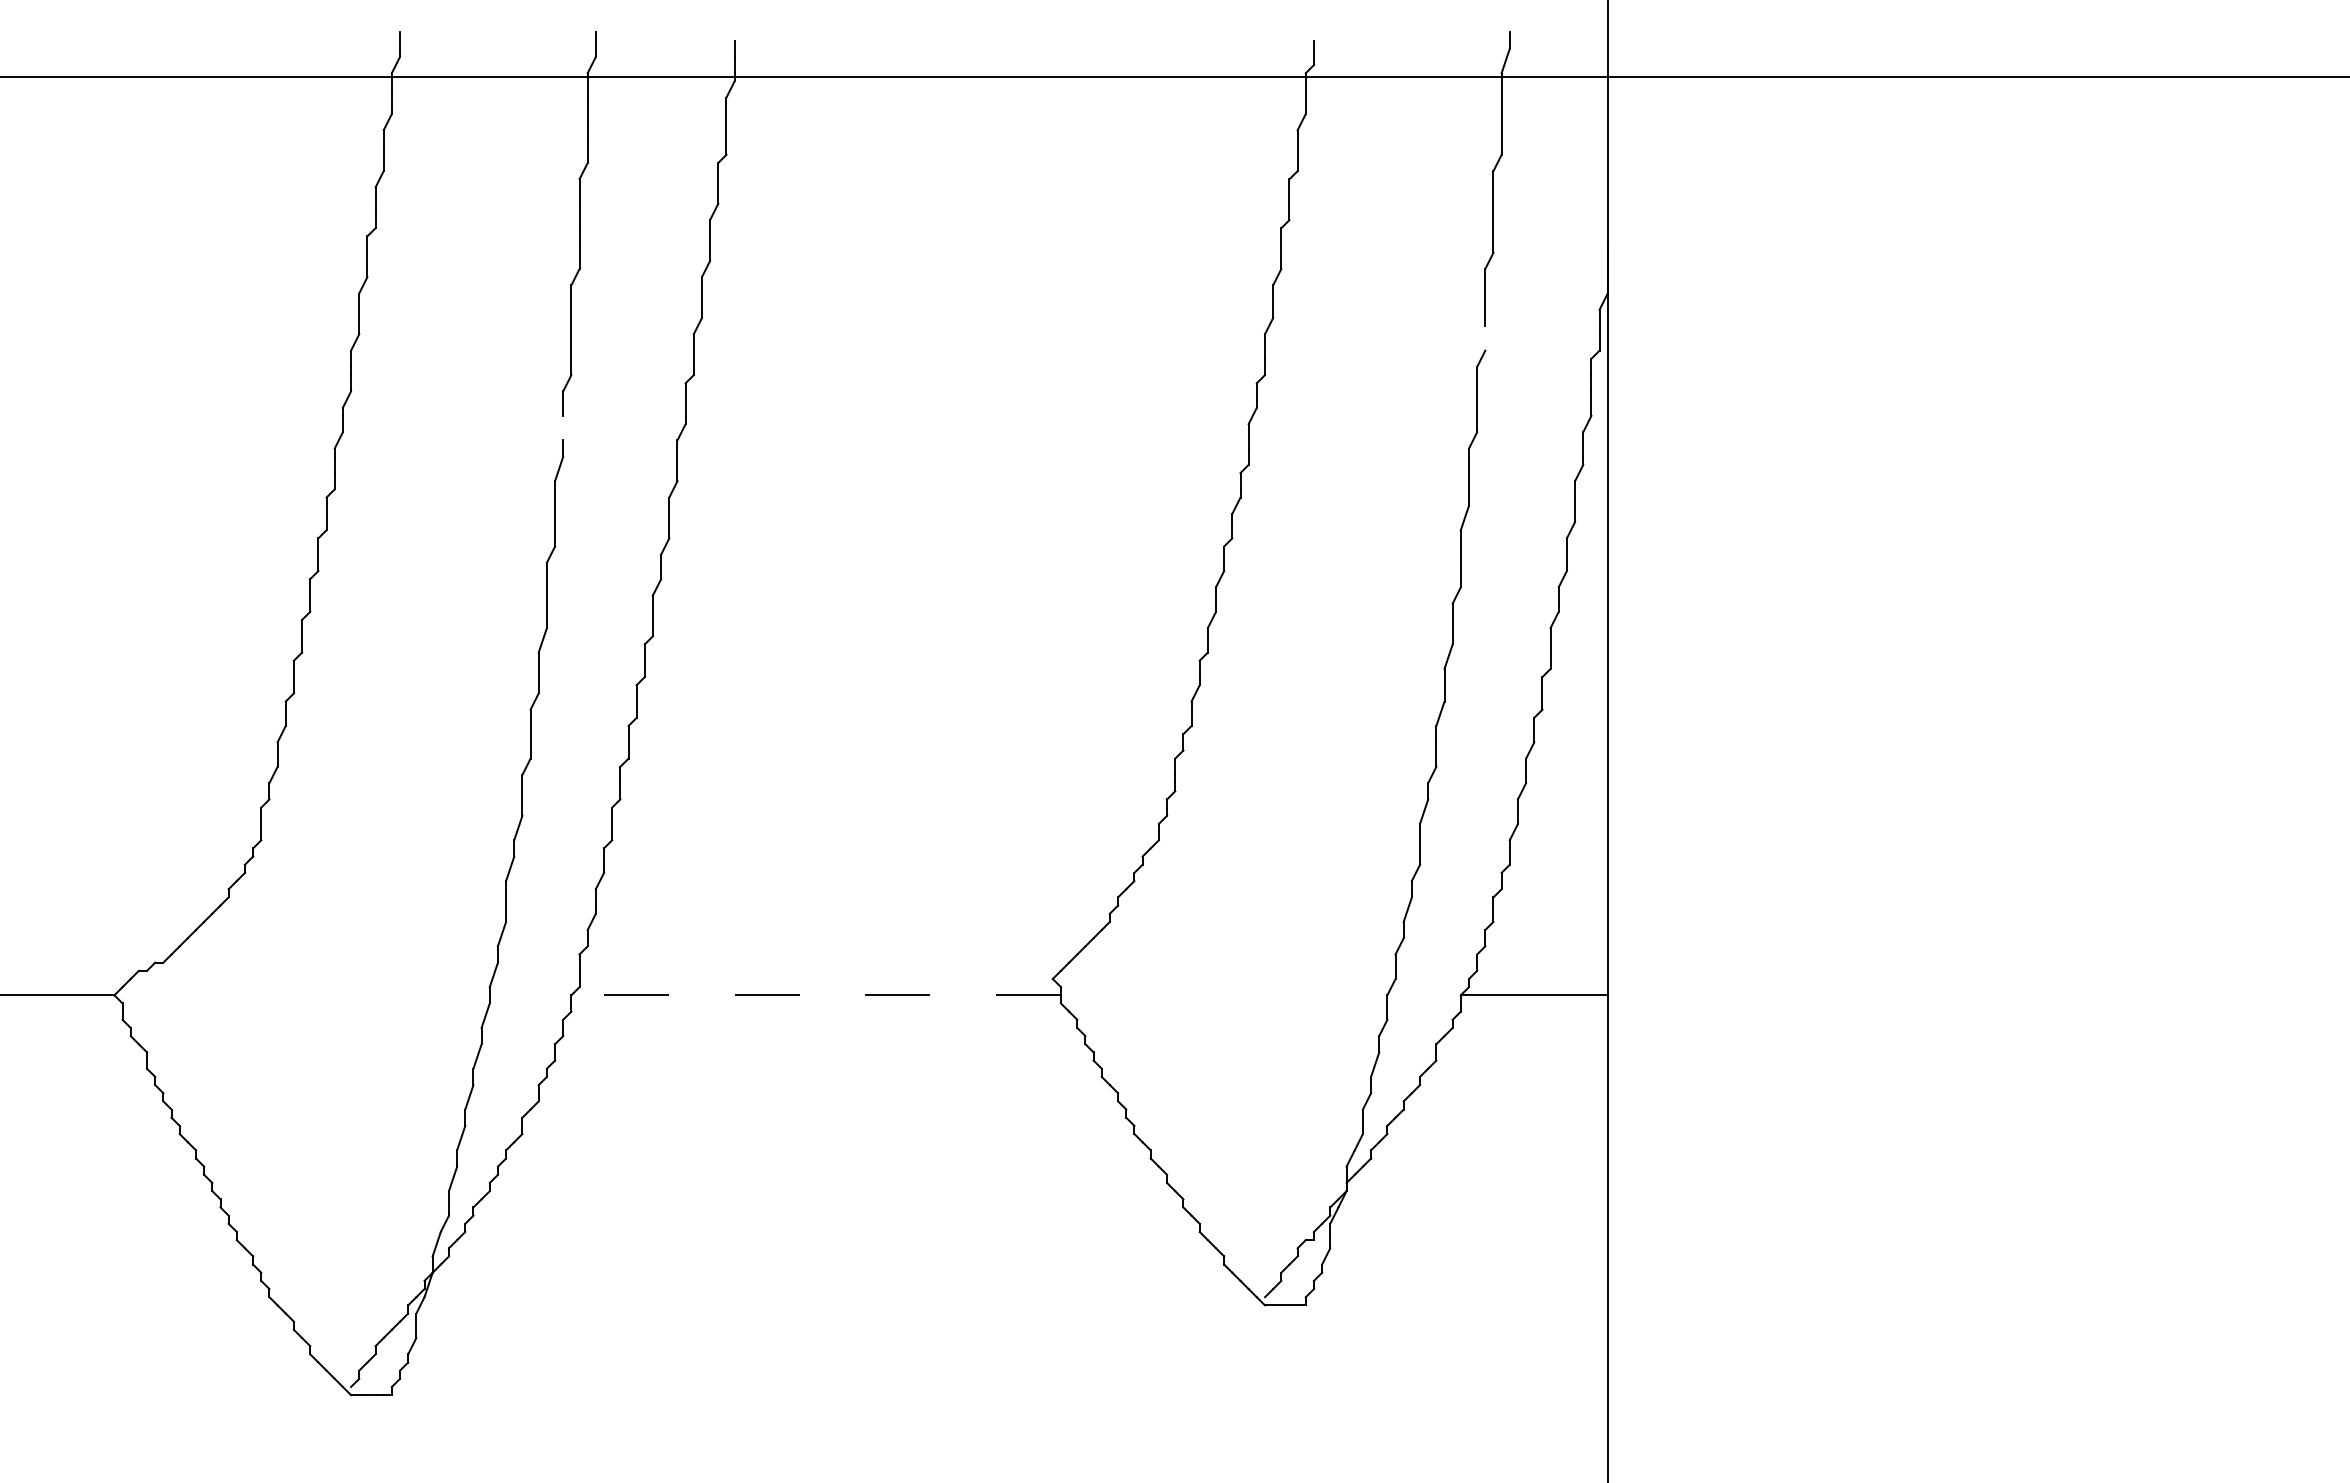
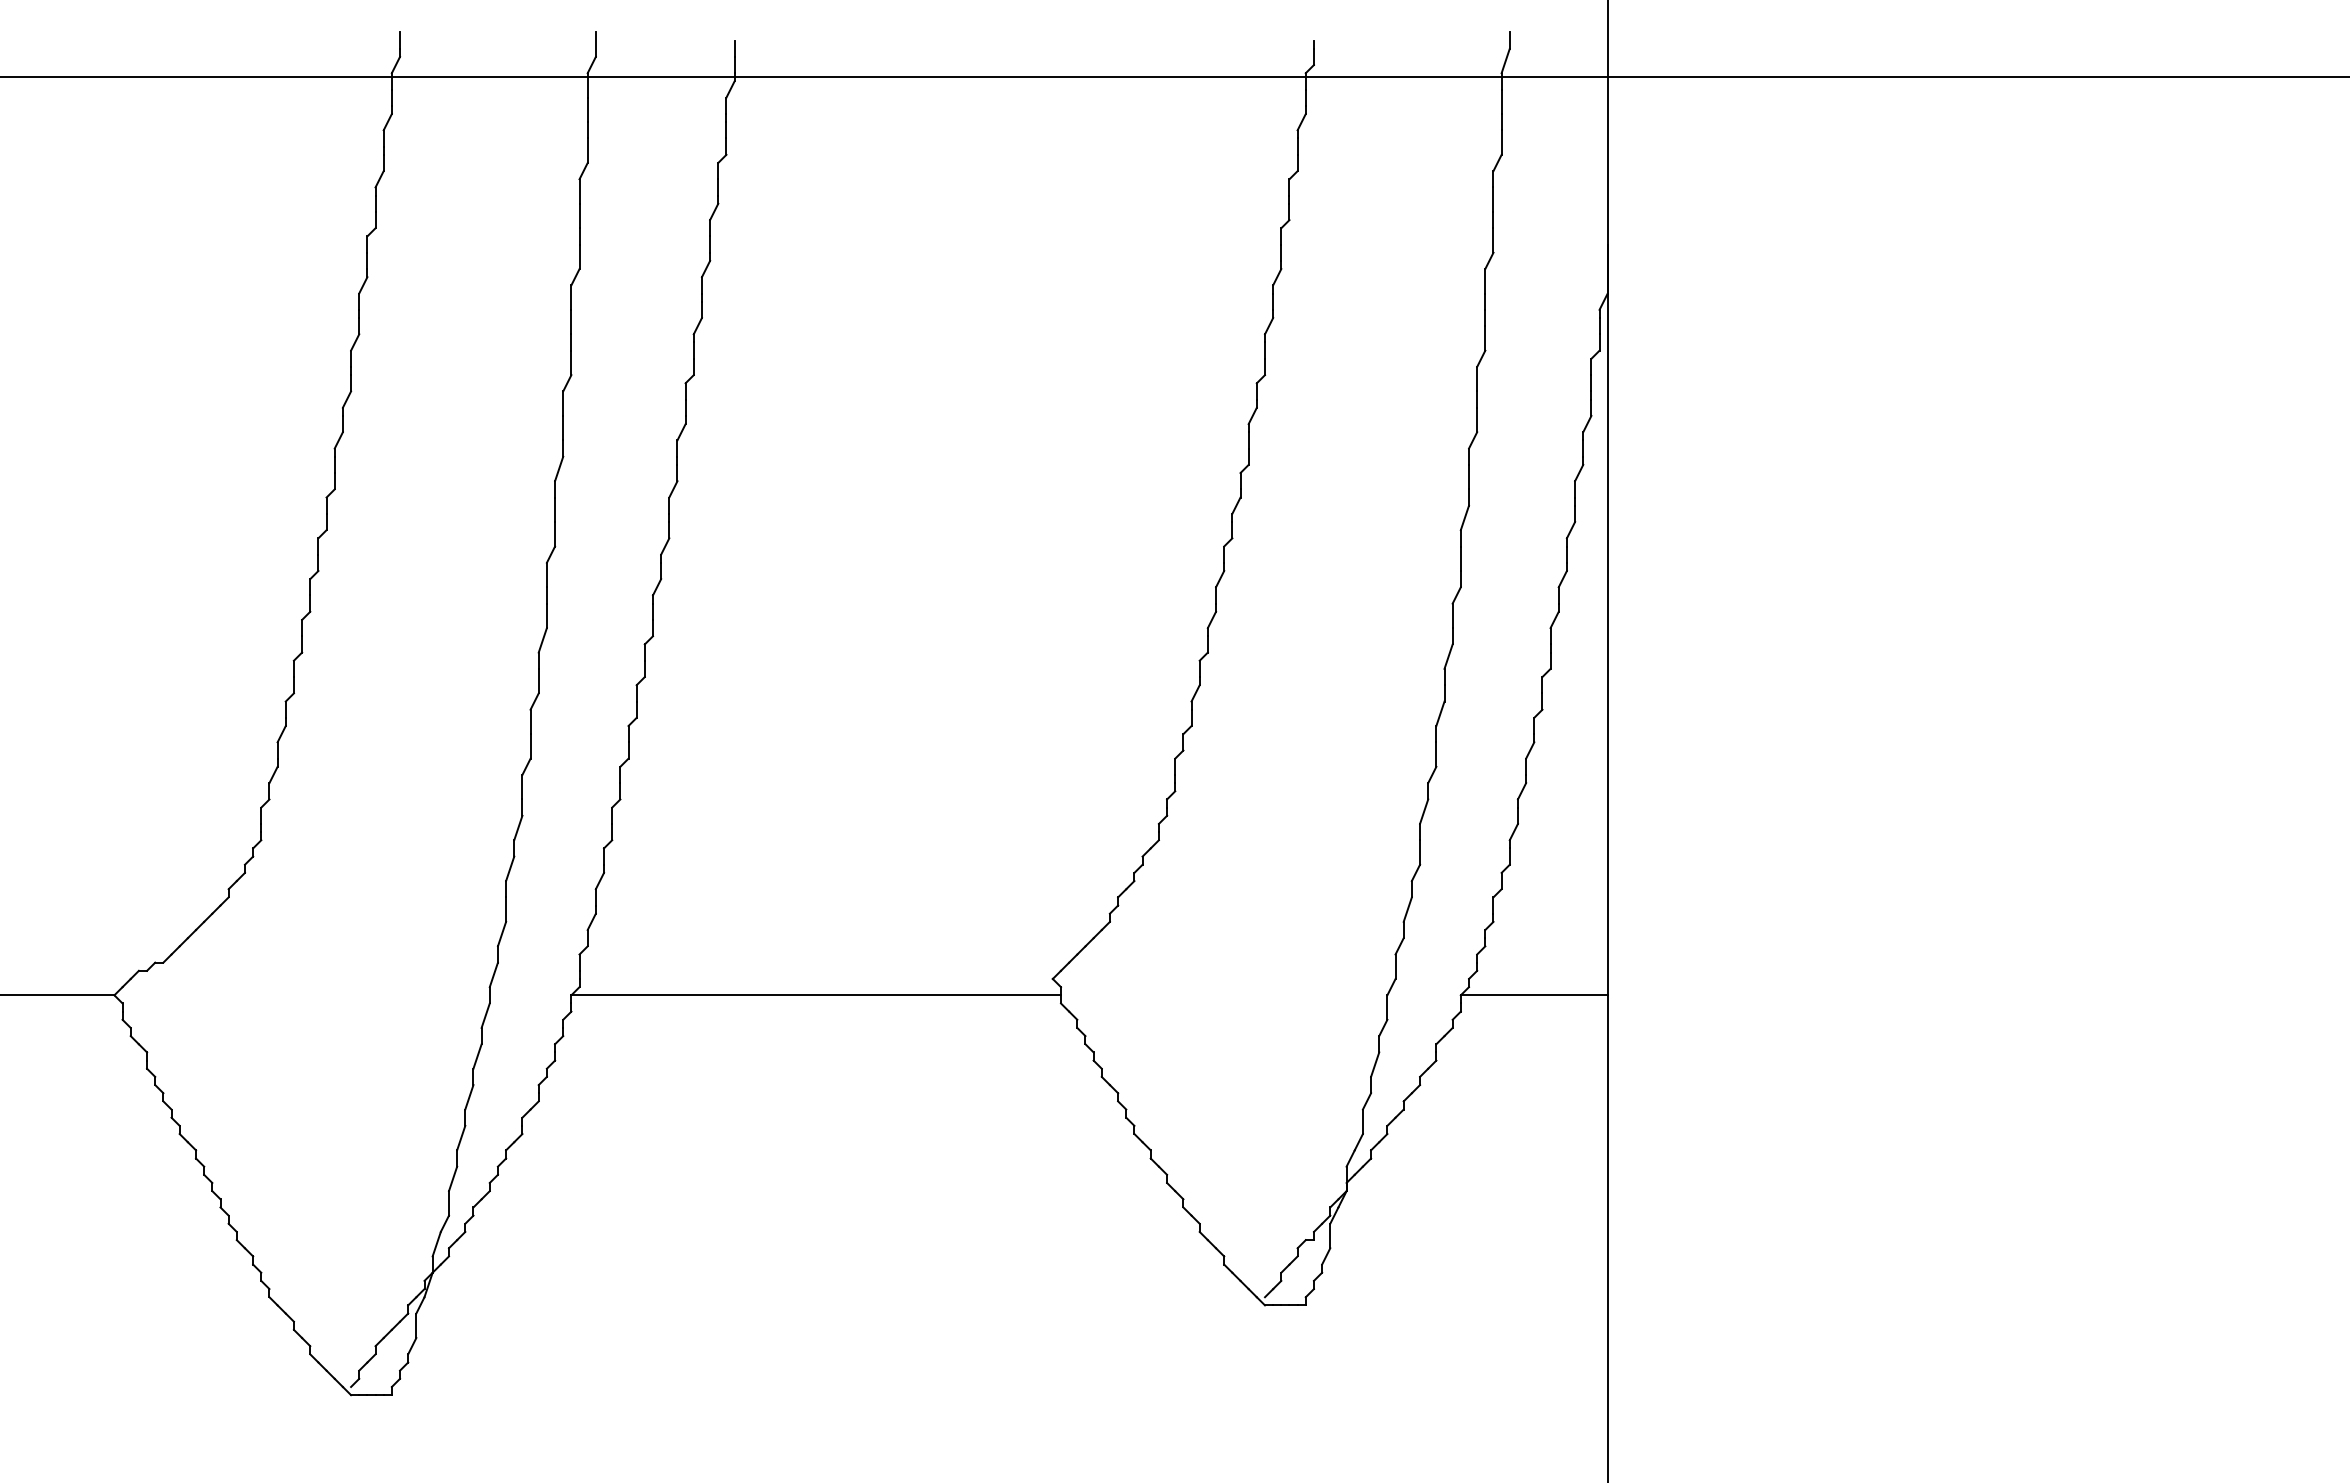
line at (1485, 338): none -> present
line at (563, 427): none -> present
line at (816, 995): dashed -> solid
